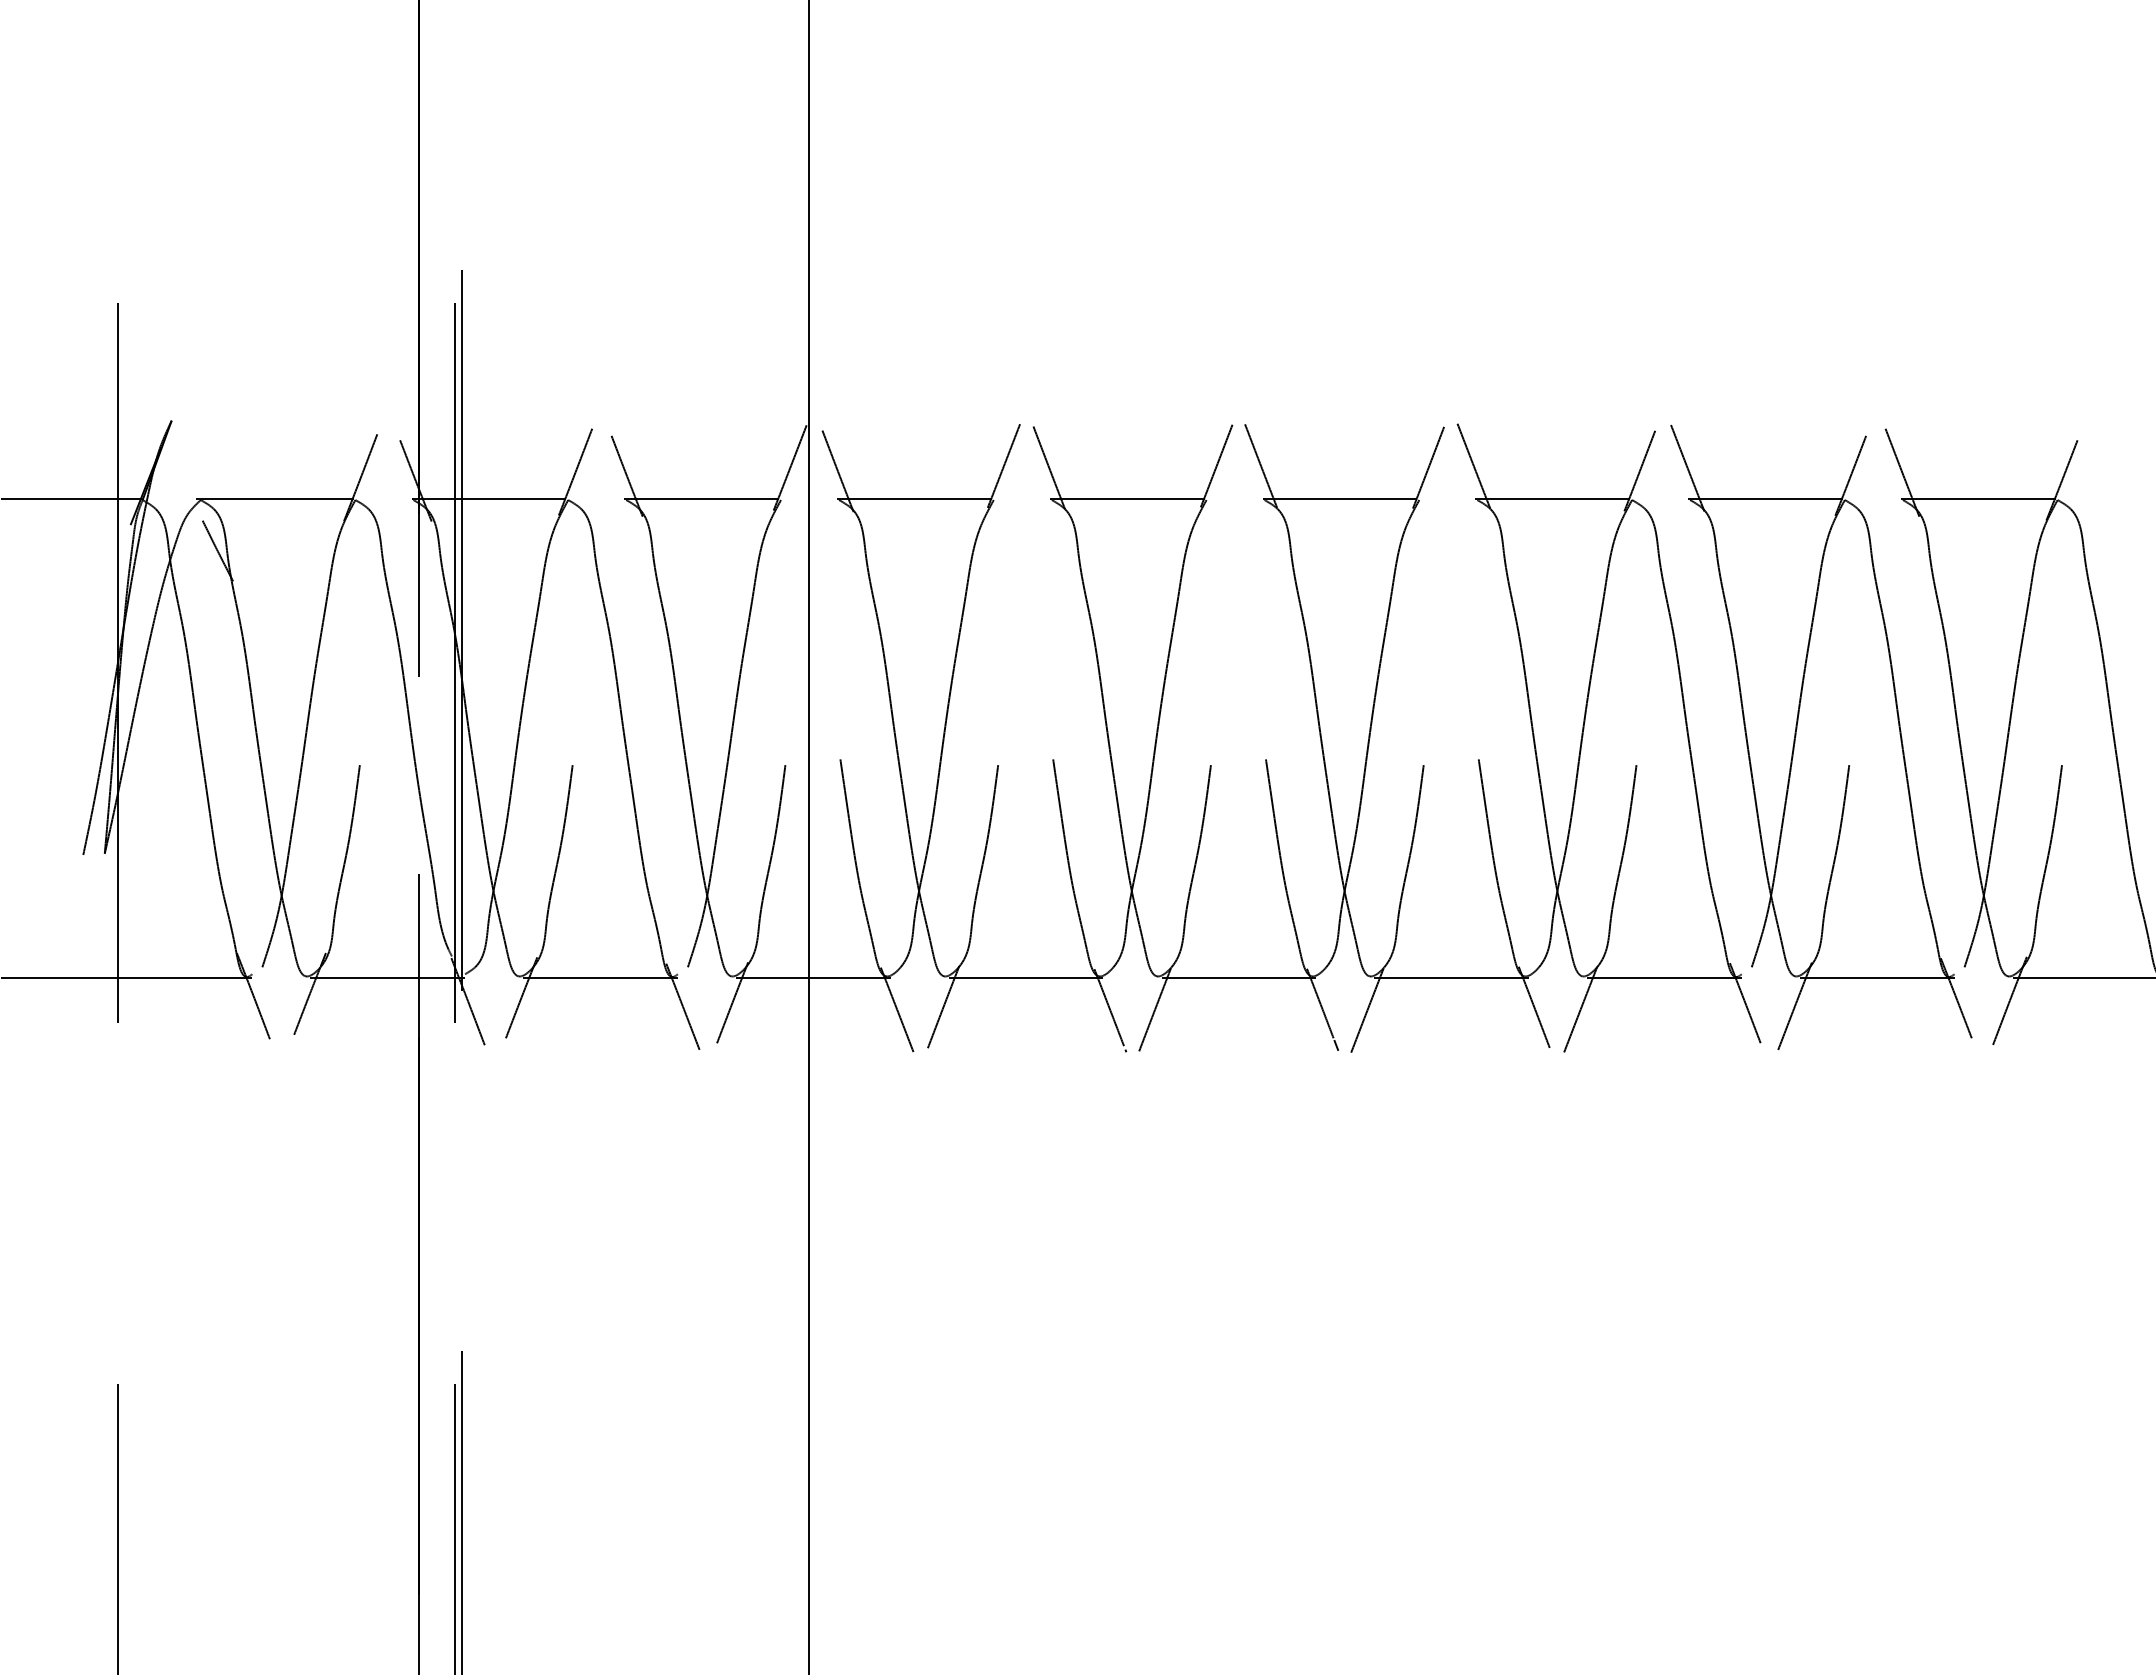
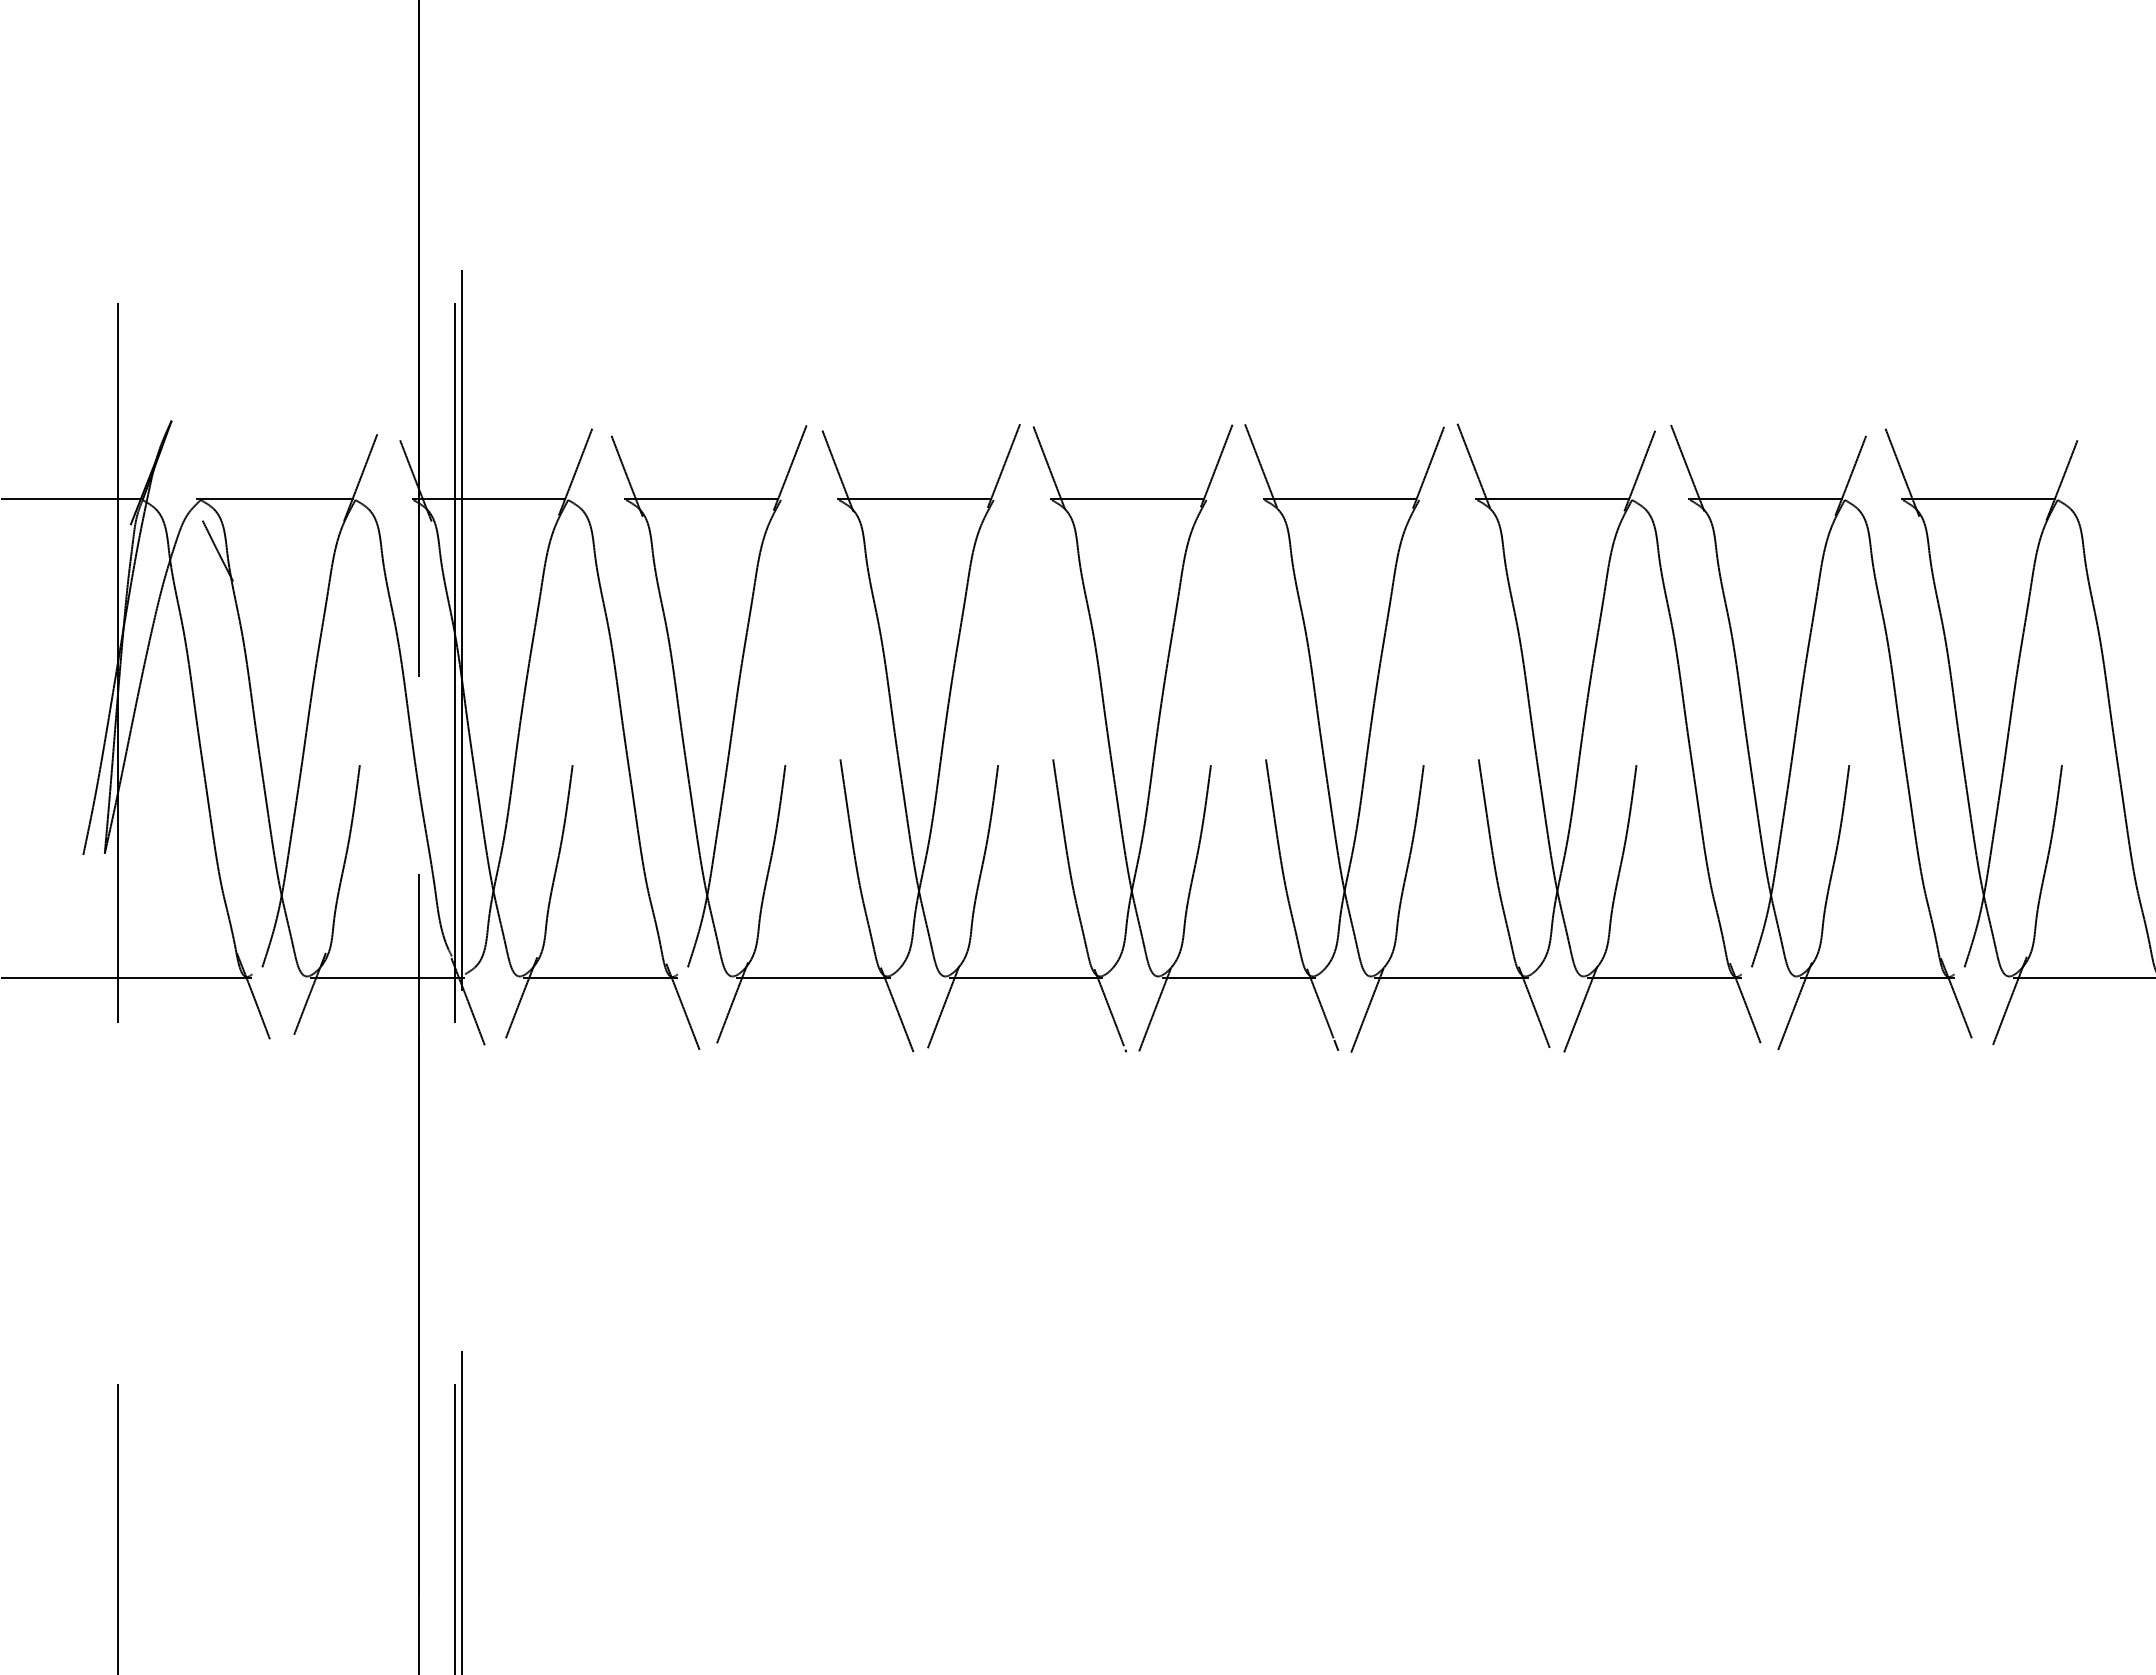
line at (809, 836): present -> none
